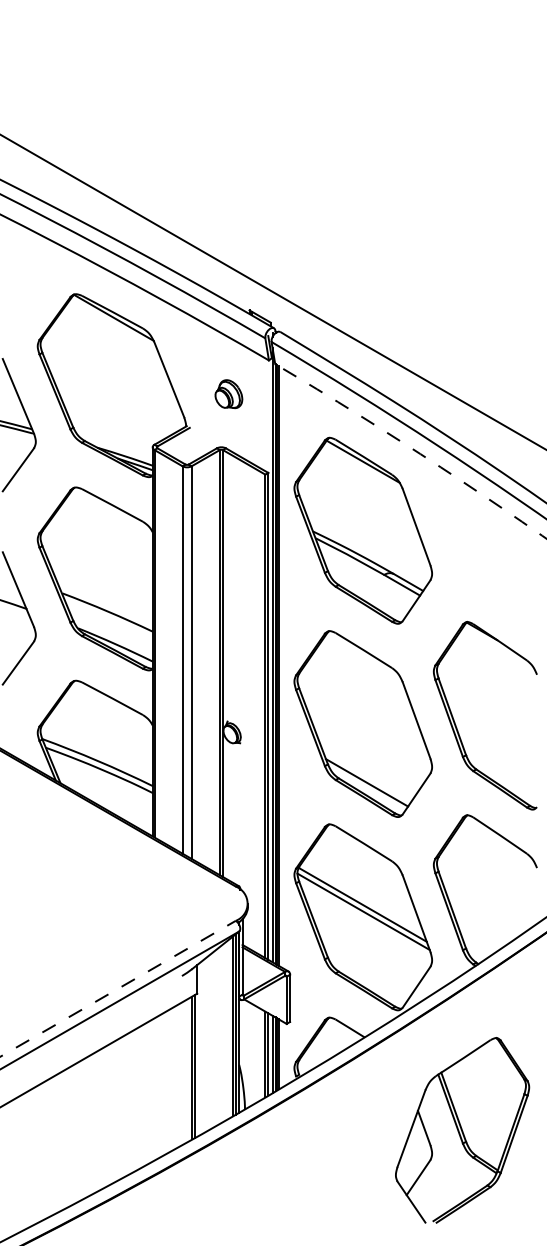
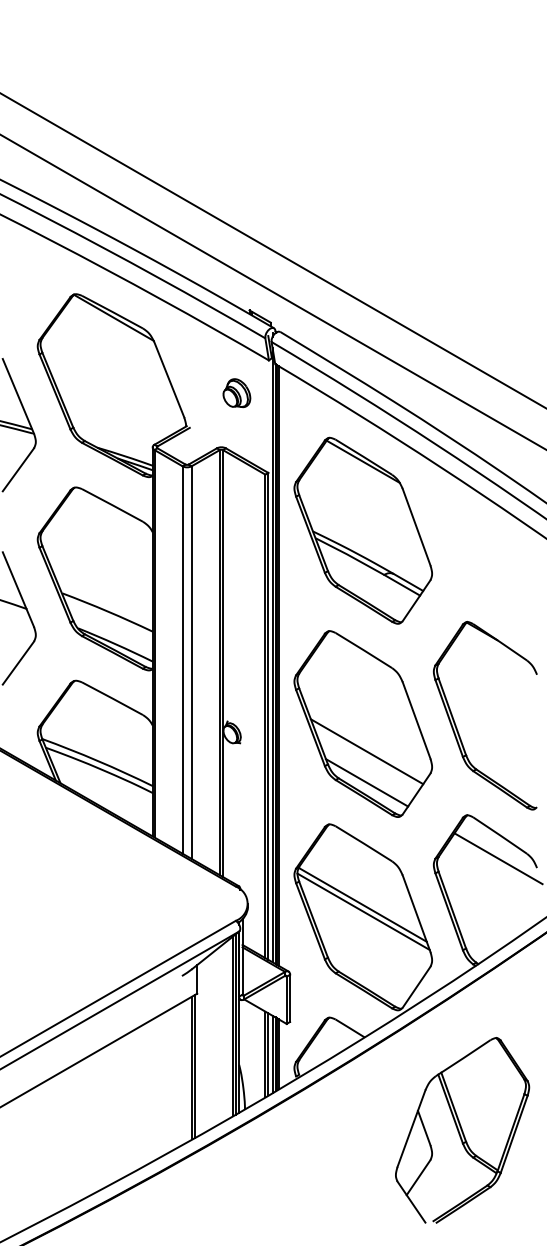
line at (272, 250): none -> present
part at (228, 394) position: (228, 394) -> (236, 393)
arc at (412, 449): dashed -> solid
line at (366, 751): none -> present
line at (498, 858): none -> present
line at (118, 988): dashed -> solid
